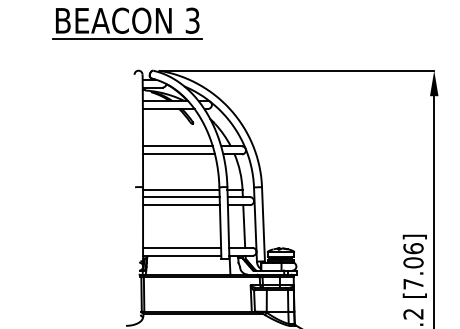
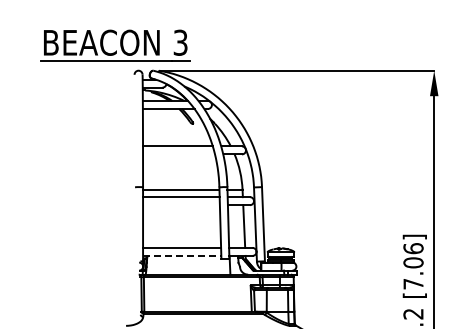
part at (127, 23) position: (127, 23) -> (115, 45)
line at (178, 154): present -> none
line at (181, 205): present -> none
line at (182, 255): solid -> dashed
